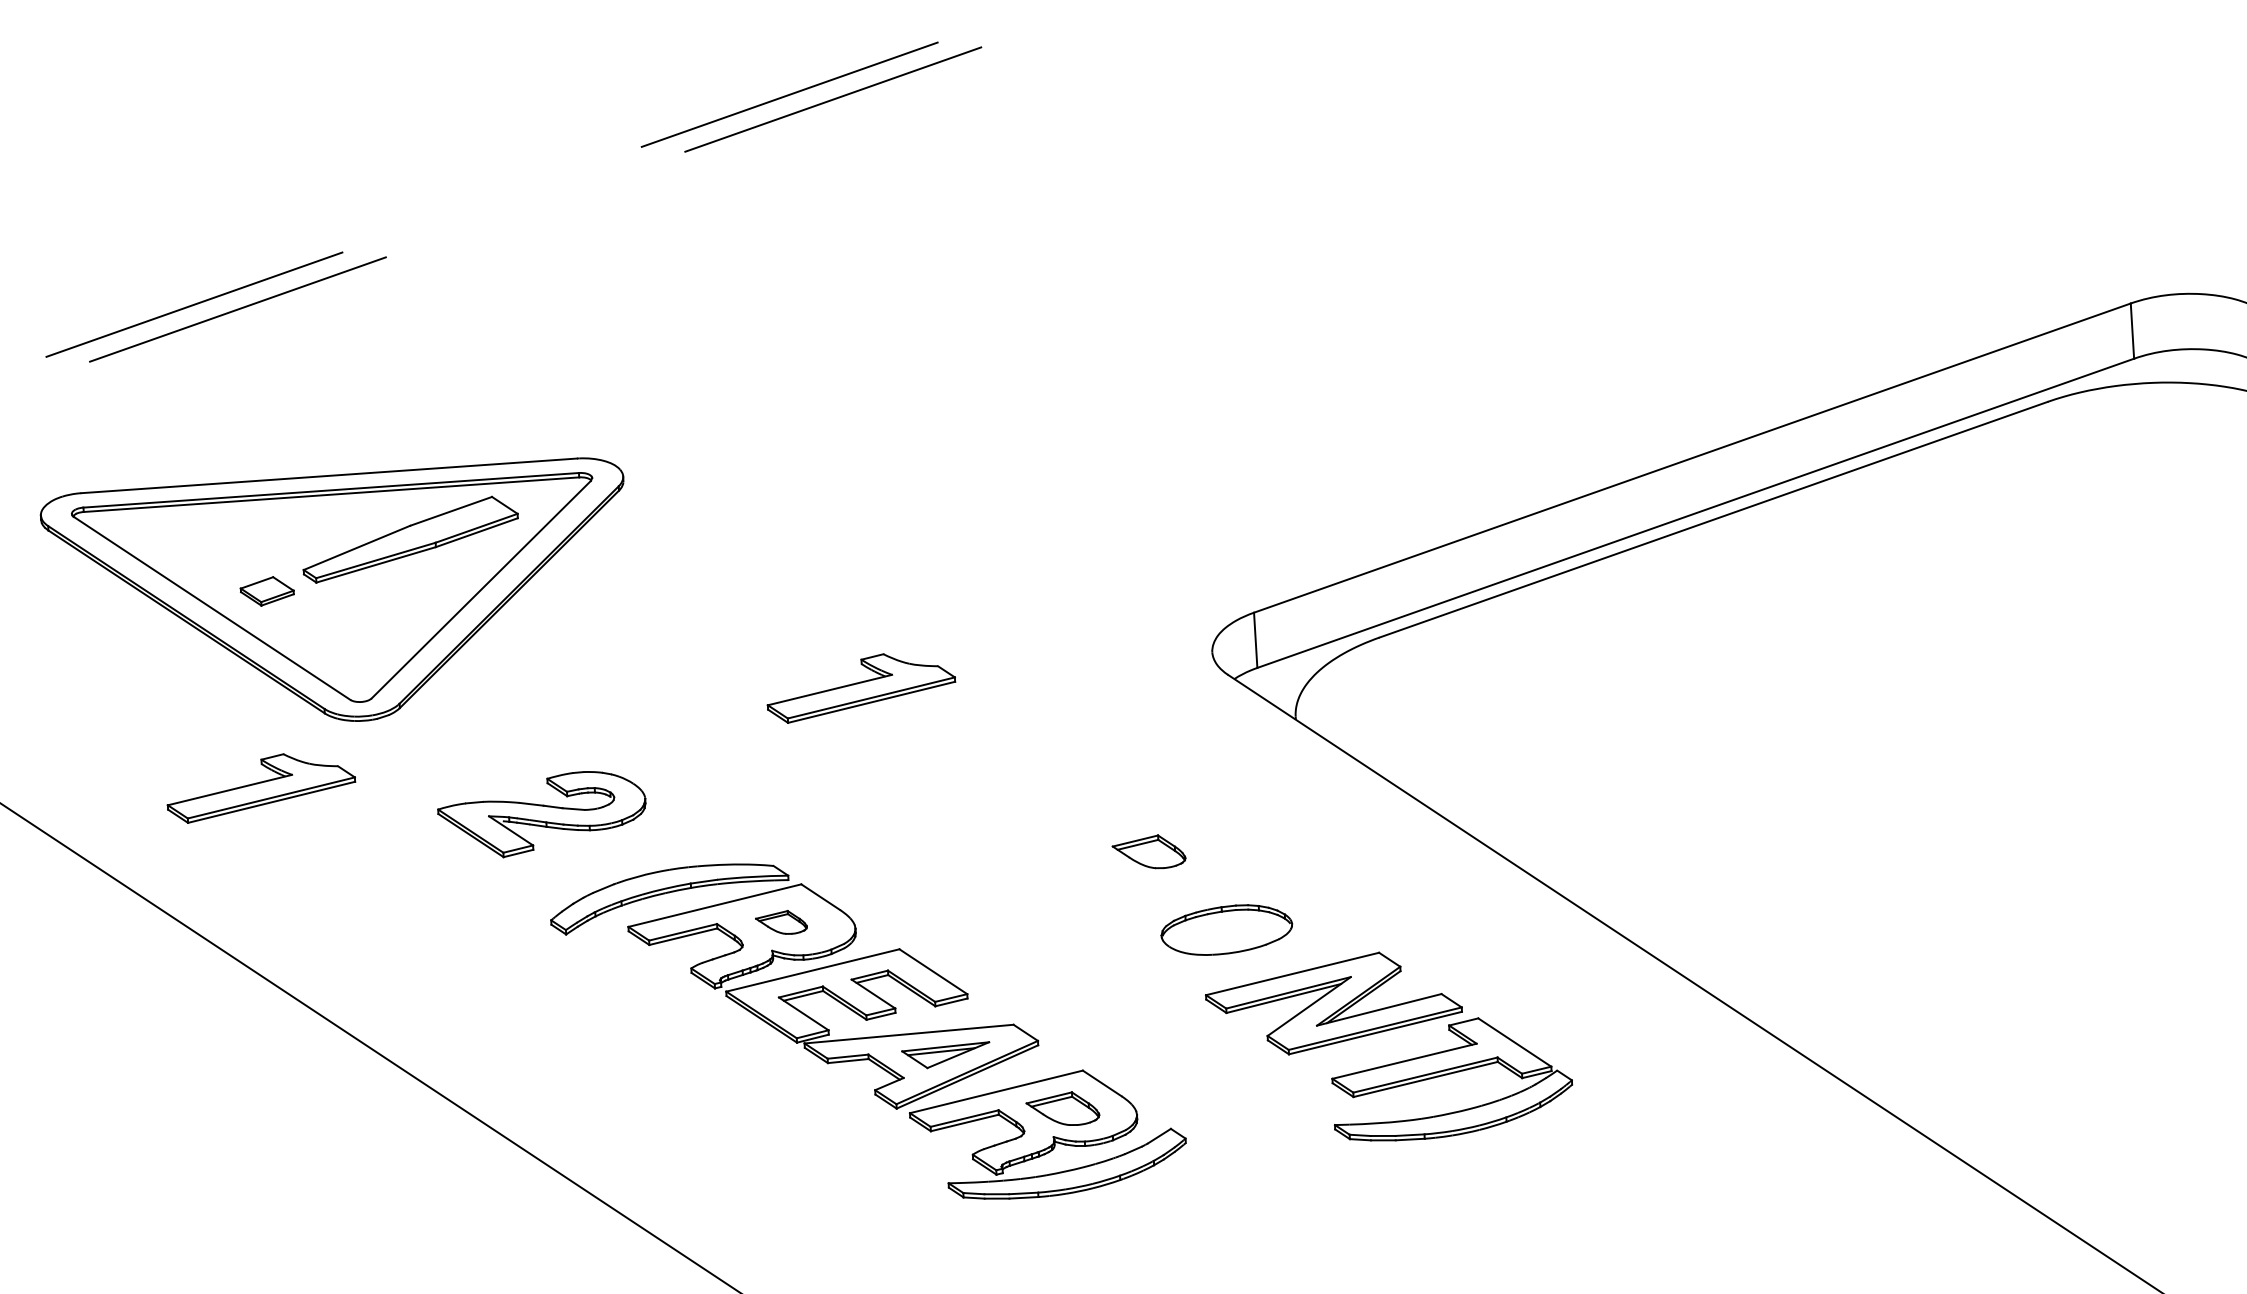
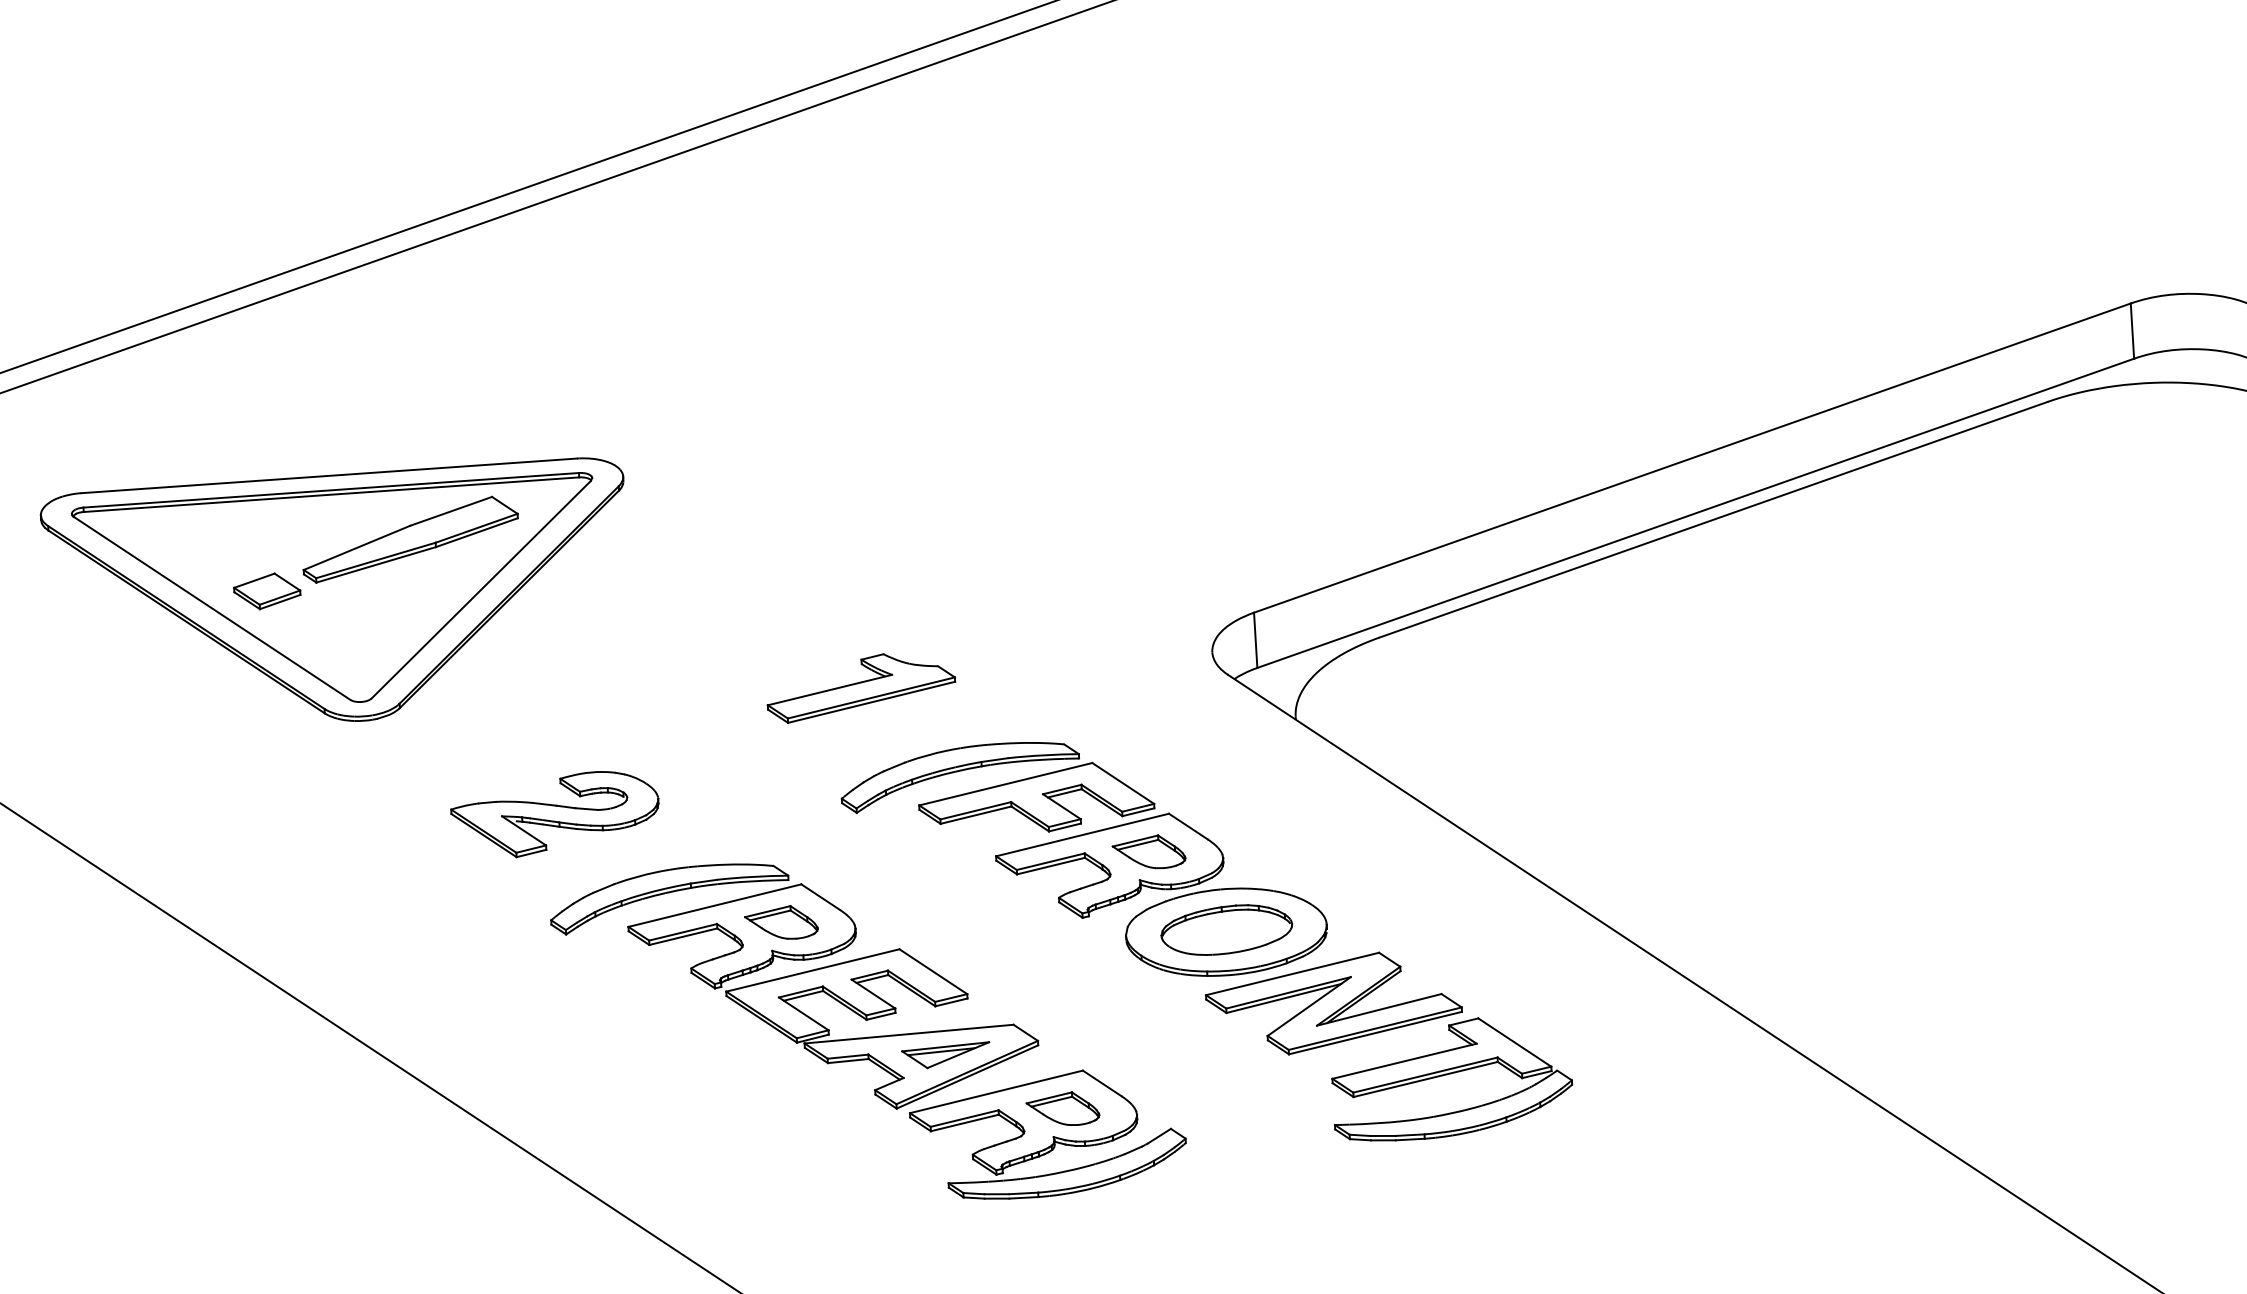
line at (528, 186): dashed -> solid
line at (558, 196): dashed -> solid
part at (266, 591) size: 56x31 px -> 69x39 px
part at (261, 788): present -> none
part at (541, 814) position: (541, 814) -> (554, 814)
part at (1083, 859): none -> present
part at (781, 922) size: 53x25 px -> 75x35 px
